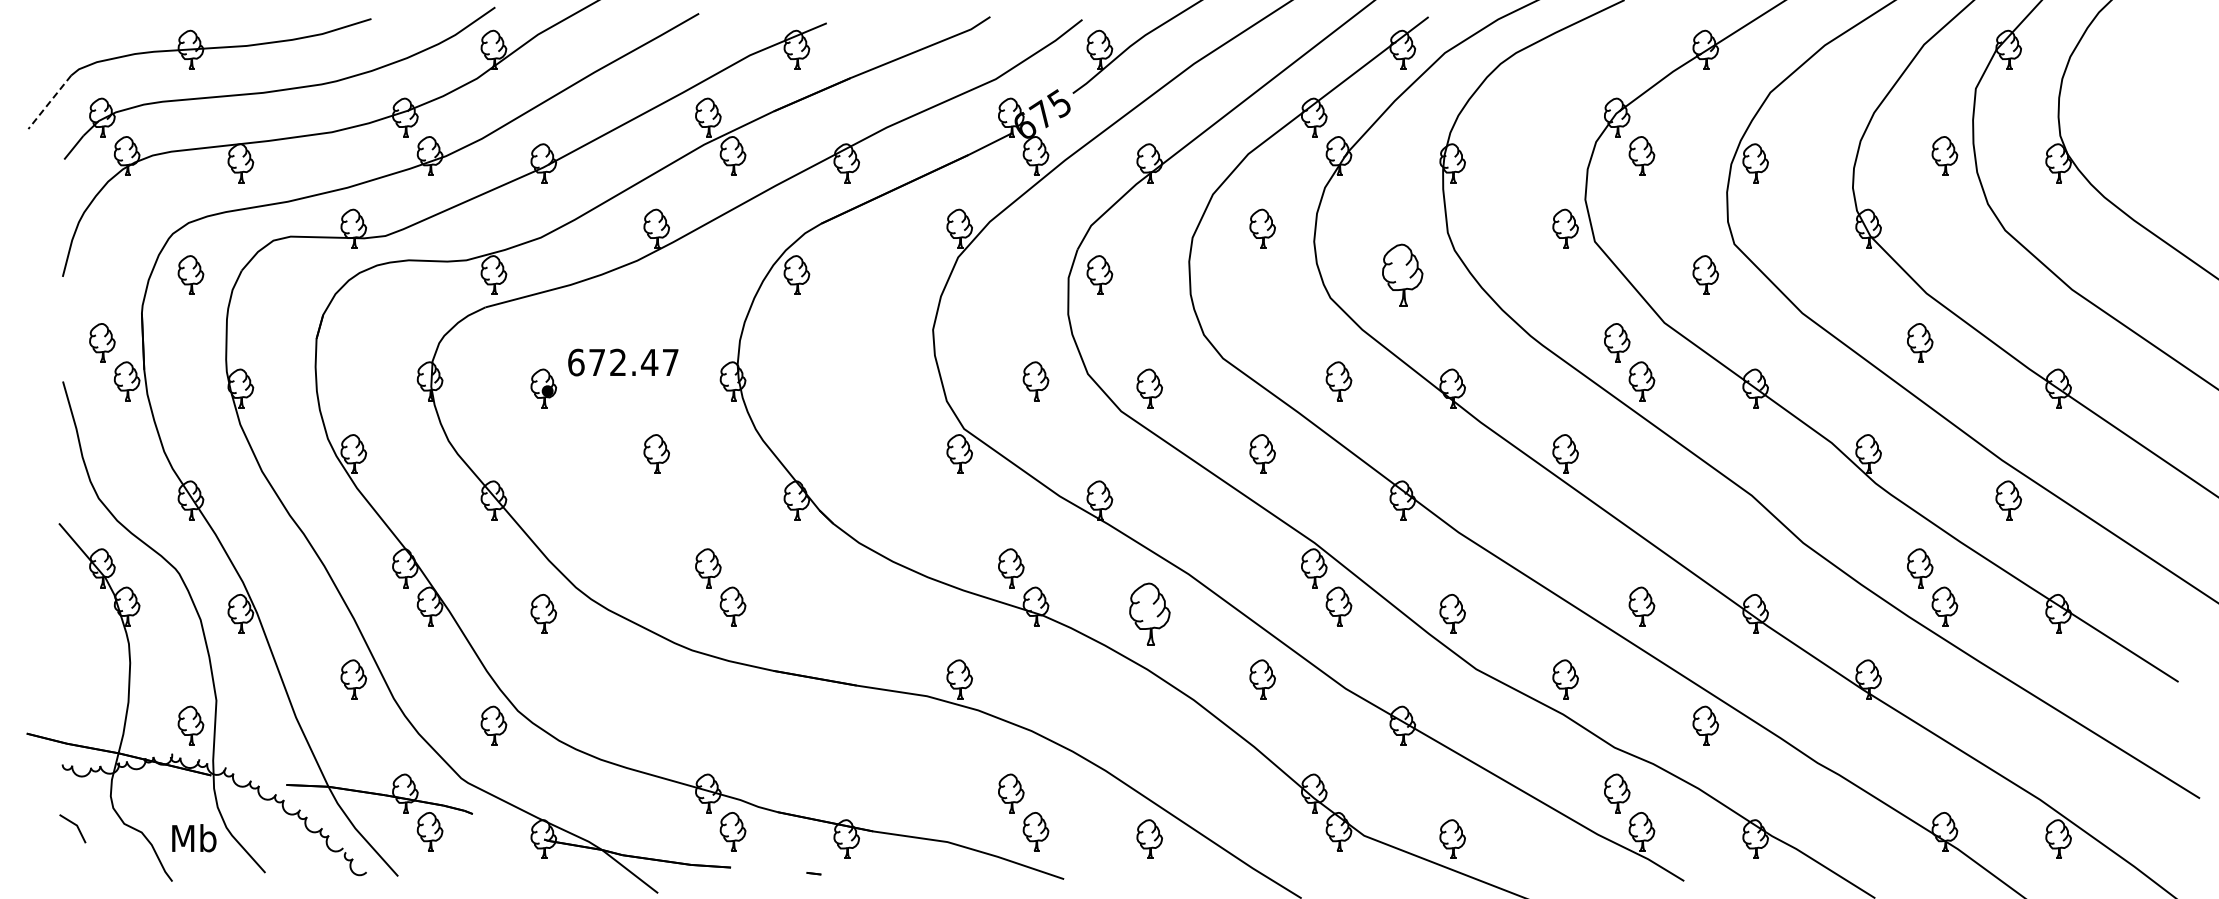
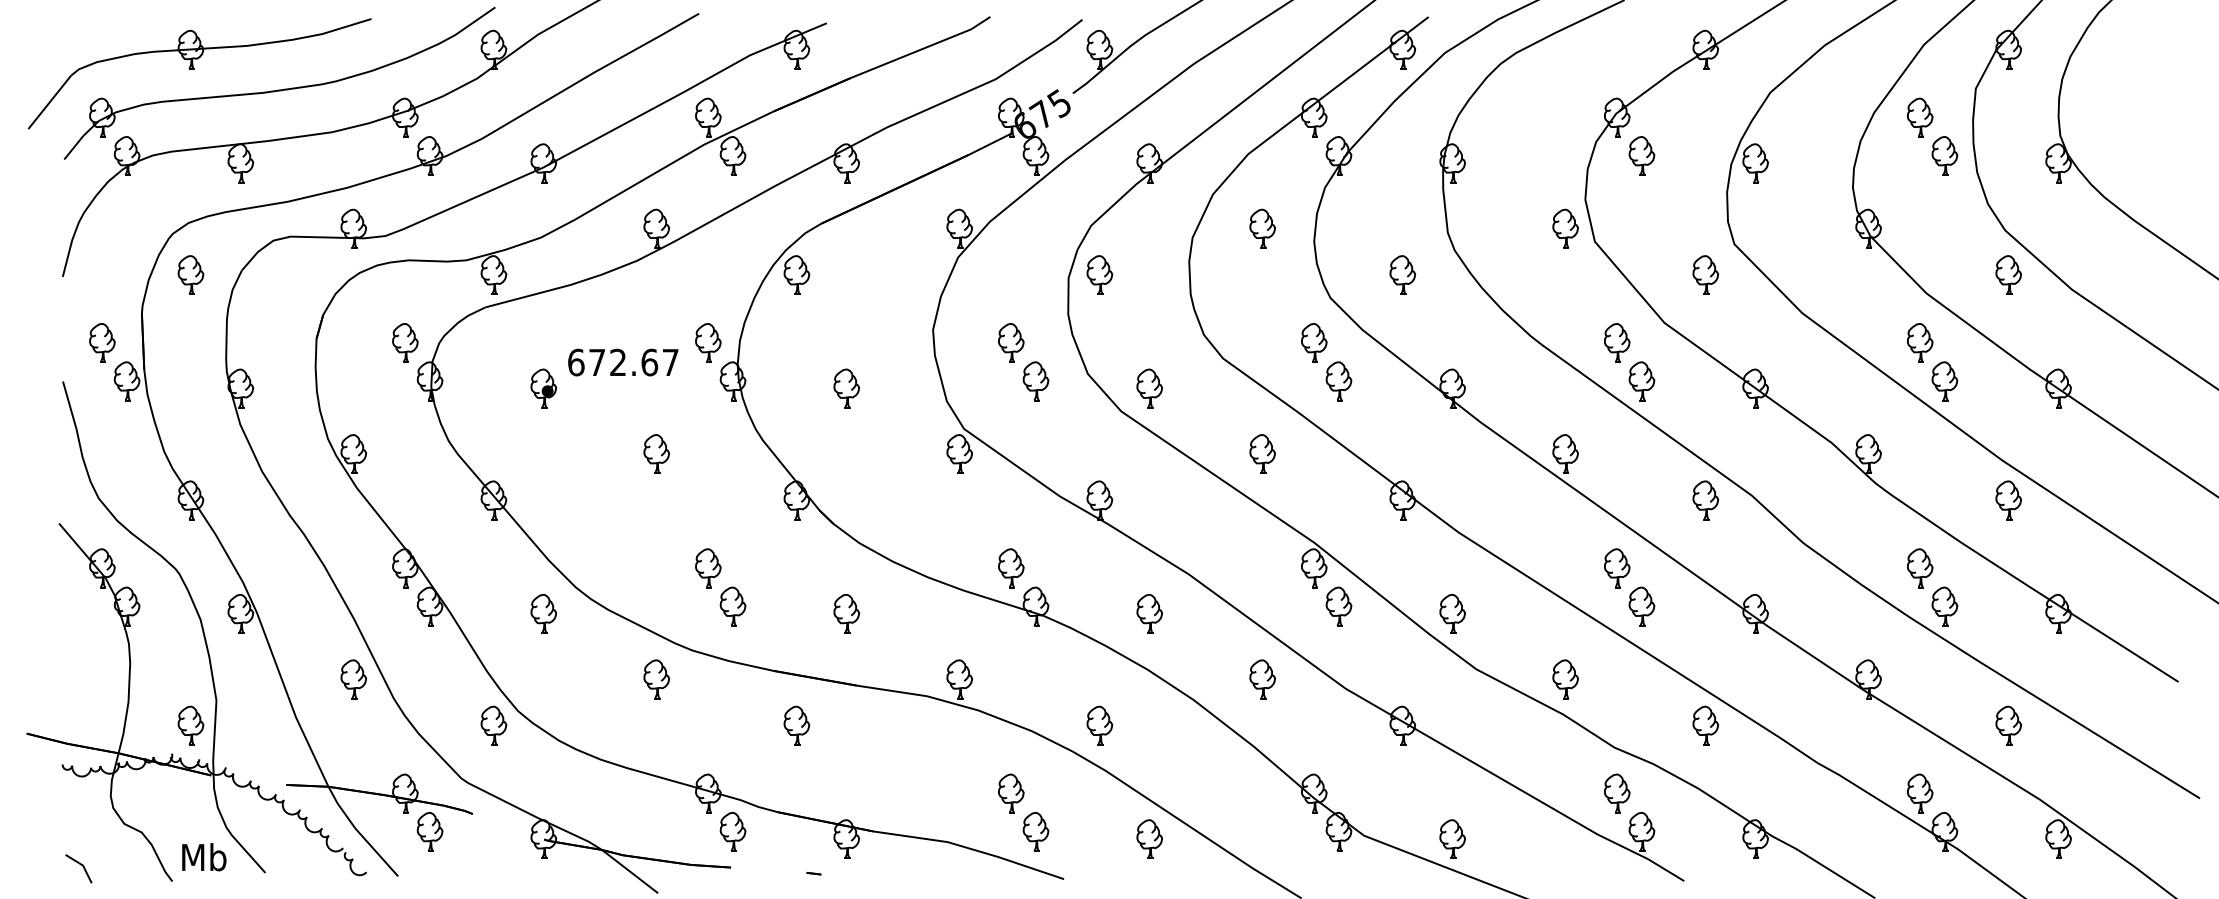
line at (49, 102): dashed -> solid
part at (1920, 117): none -> present
part at (1402, 274) size: 42x64 px -> 28x40 px
part at (2008, 274): none -> present
part at (405, 342): none -> present
part at (708, 342): none -> present
part at (1011, 342): none -> present
part at (1314, 342): none -> present
text at (649, 362): 672.47 -> 672.67
part at (1944, 381): none -> present
part at (846, 388): none -> present
part at (1705, 500): none -> present
part at (1617, 568): none -> present
part at (846, 613): none -> present
part at (1149, 613) size: 42x64 px -> 27x41 px
part at (656, 679): none -> present
part at (796, 725): none -> present
part at (1099, 725): none -> present
part at (2008, 725): none -> present
part at (1920, 793): none -> present
line at (74, 825) position: (74, 825) -> (80, 865)
text at (194, 838) position: (194, 838) -> (204, 857)
